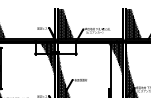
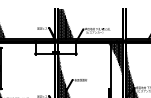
hatch at (133, 24): present -> none
hatch at (47, 58): present -> none
